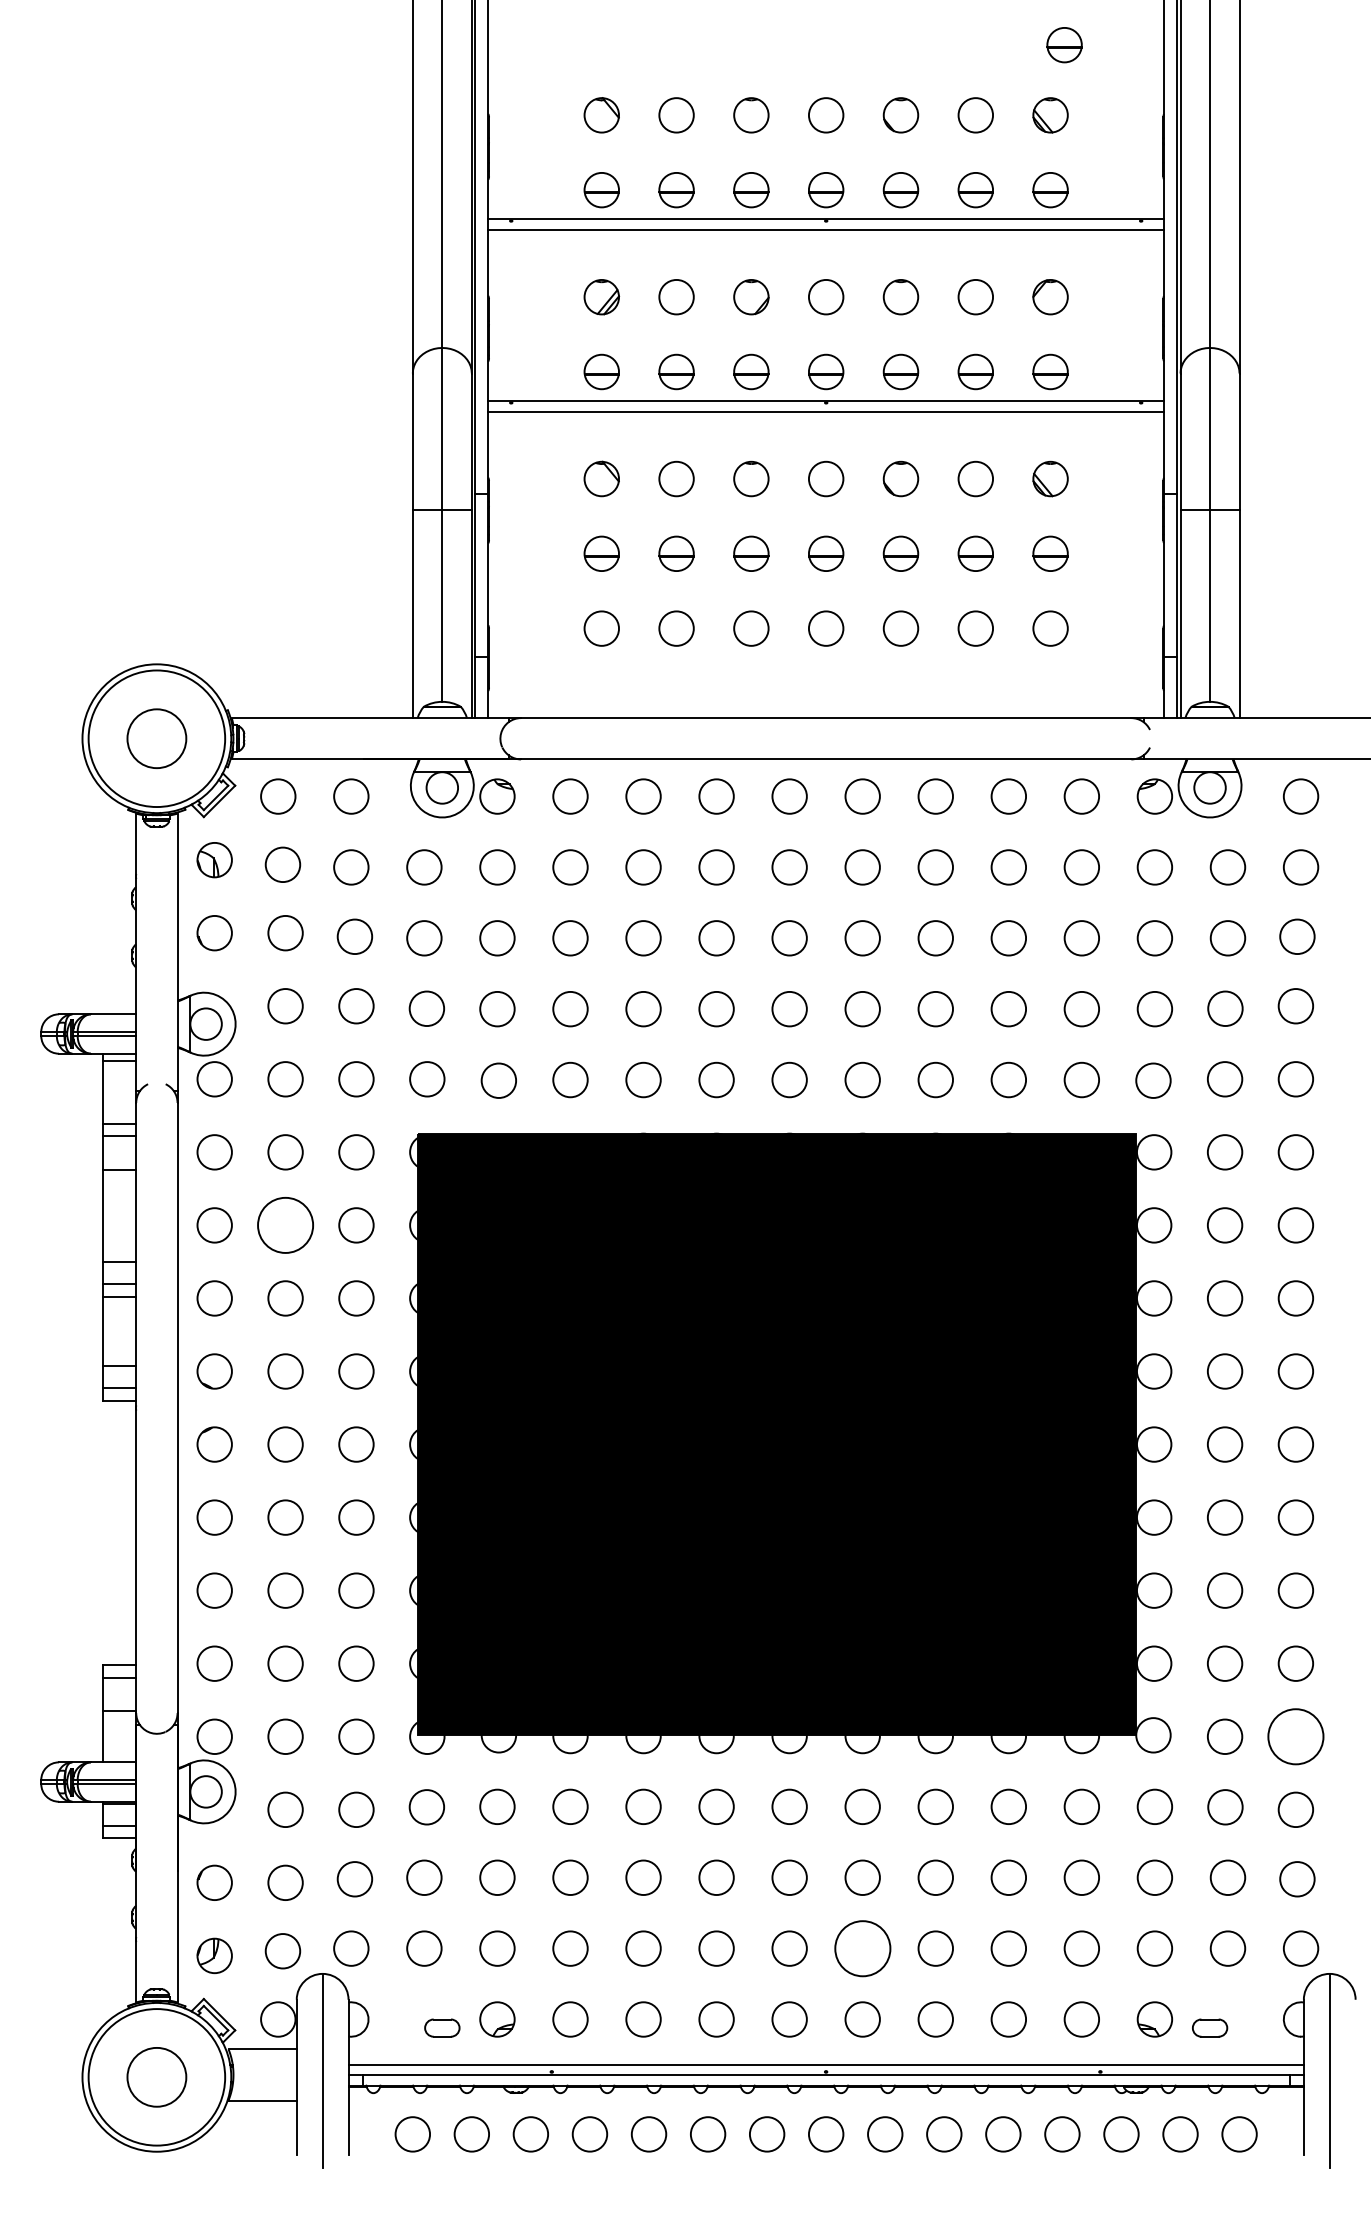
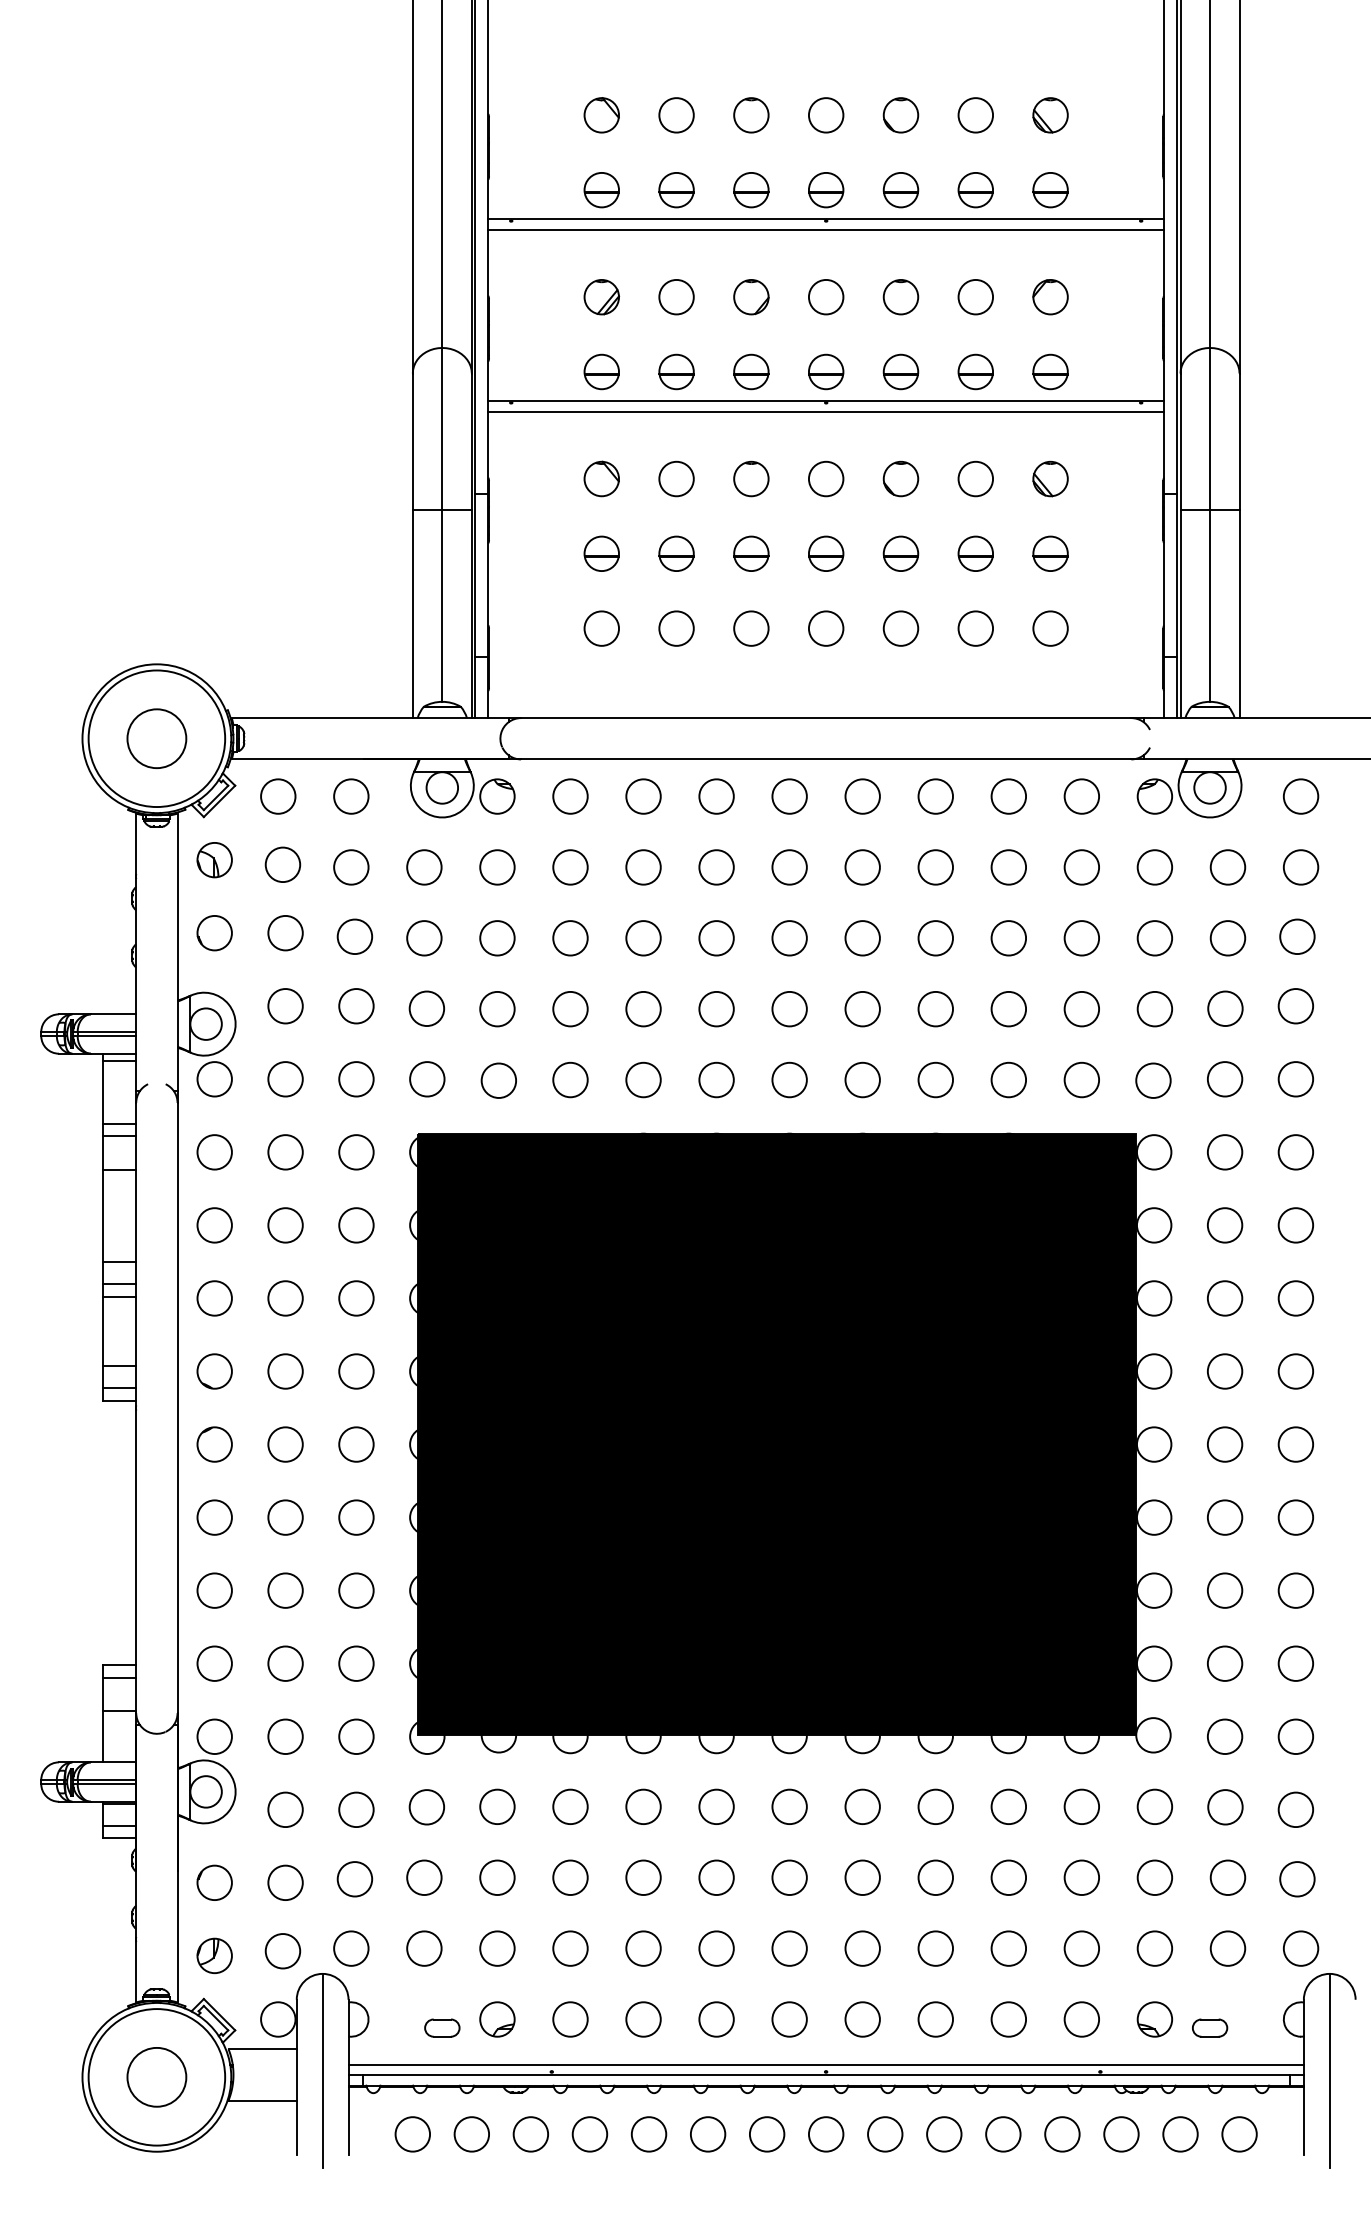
part at (1064, 45): present -> none
circle at (285, 1224) diameter: 55 px -> 34 px
circle at (1295, 1736) diameter: 55 px -> 34 px
circle at (862, 1948) size: 58x58 px -> 37x37 px
